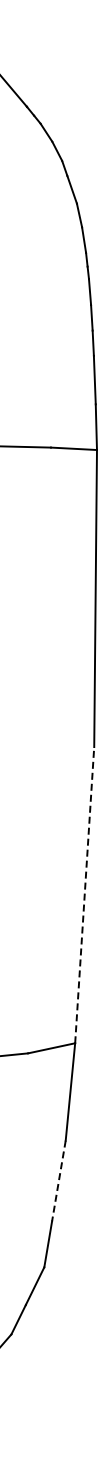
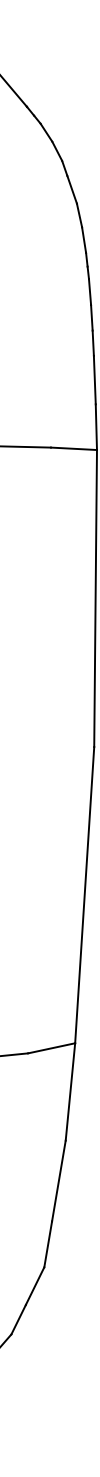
line at (84, 894): dashed -> solid
line at (58, 1181): dashed -> solid
